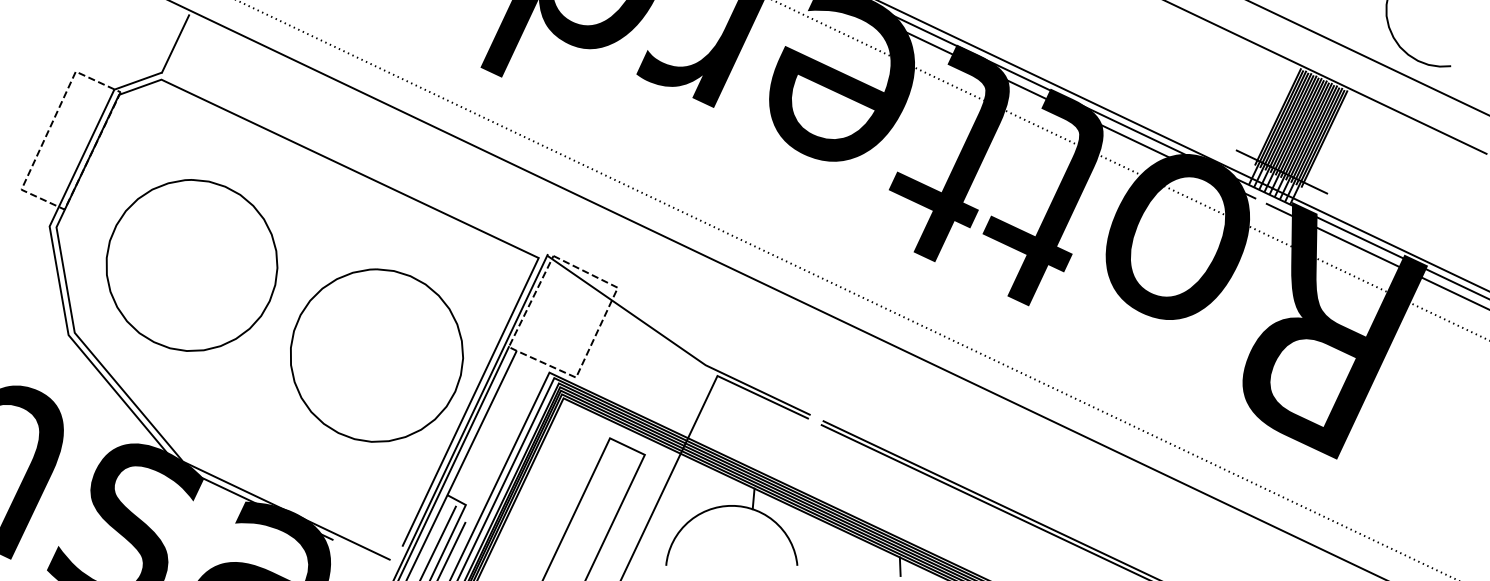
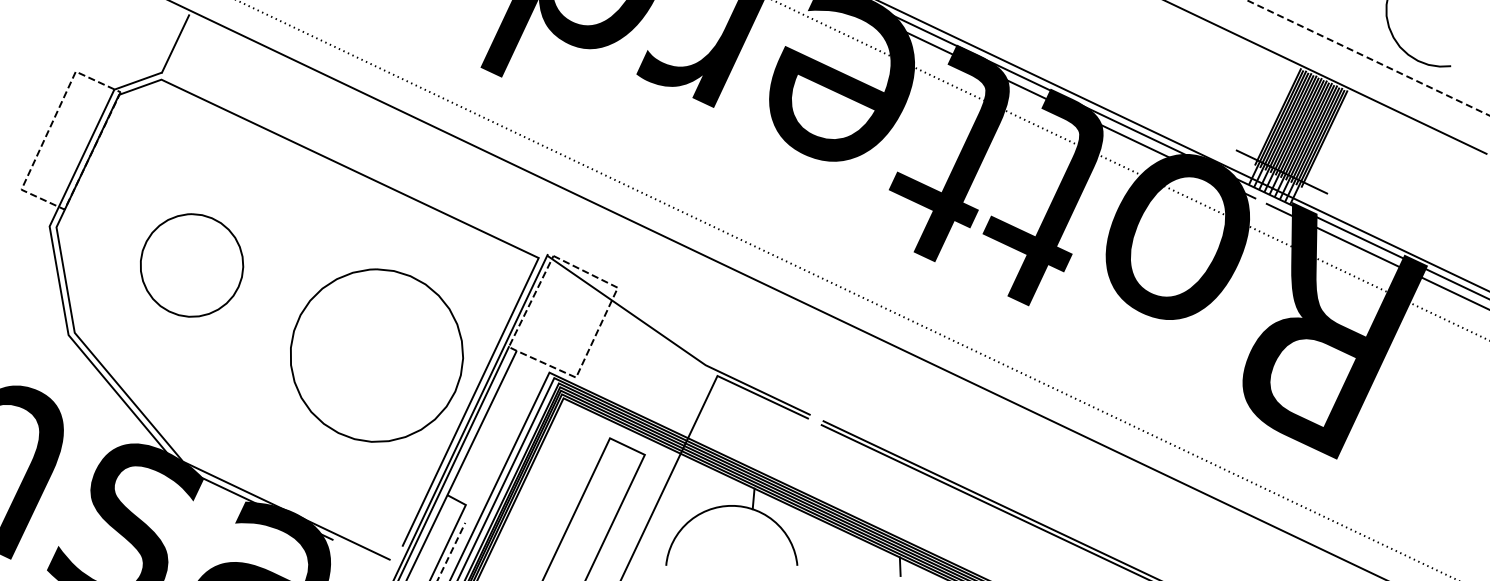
line at (1368, 58): solid -> dashed
part at (191, 265) size: 174x173 px -> 105x105 px
line at (438, 541): present -> none
line at (451, 551): solid -> dashed
